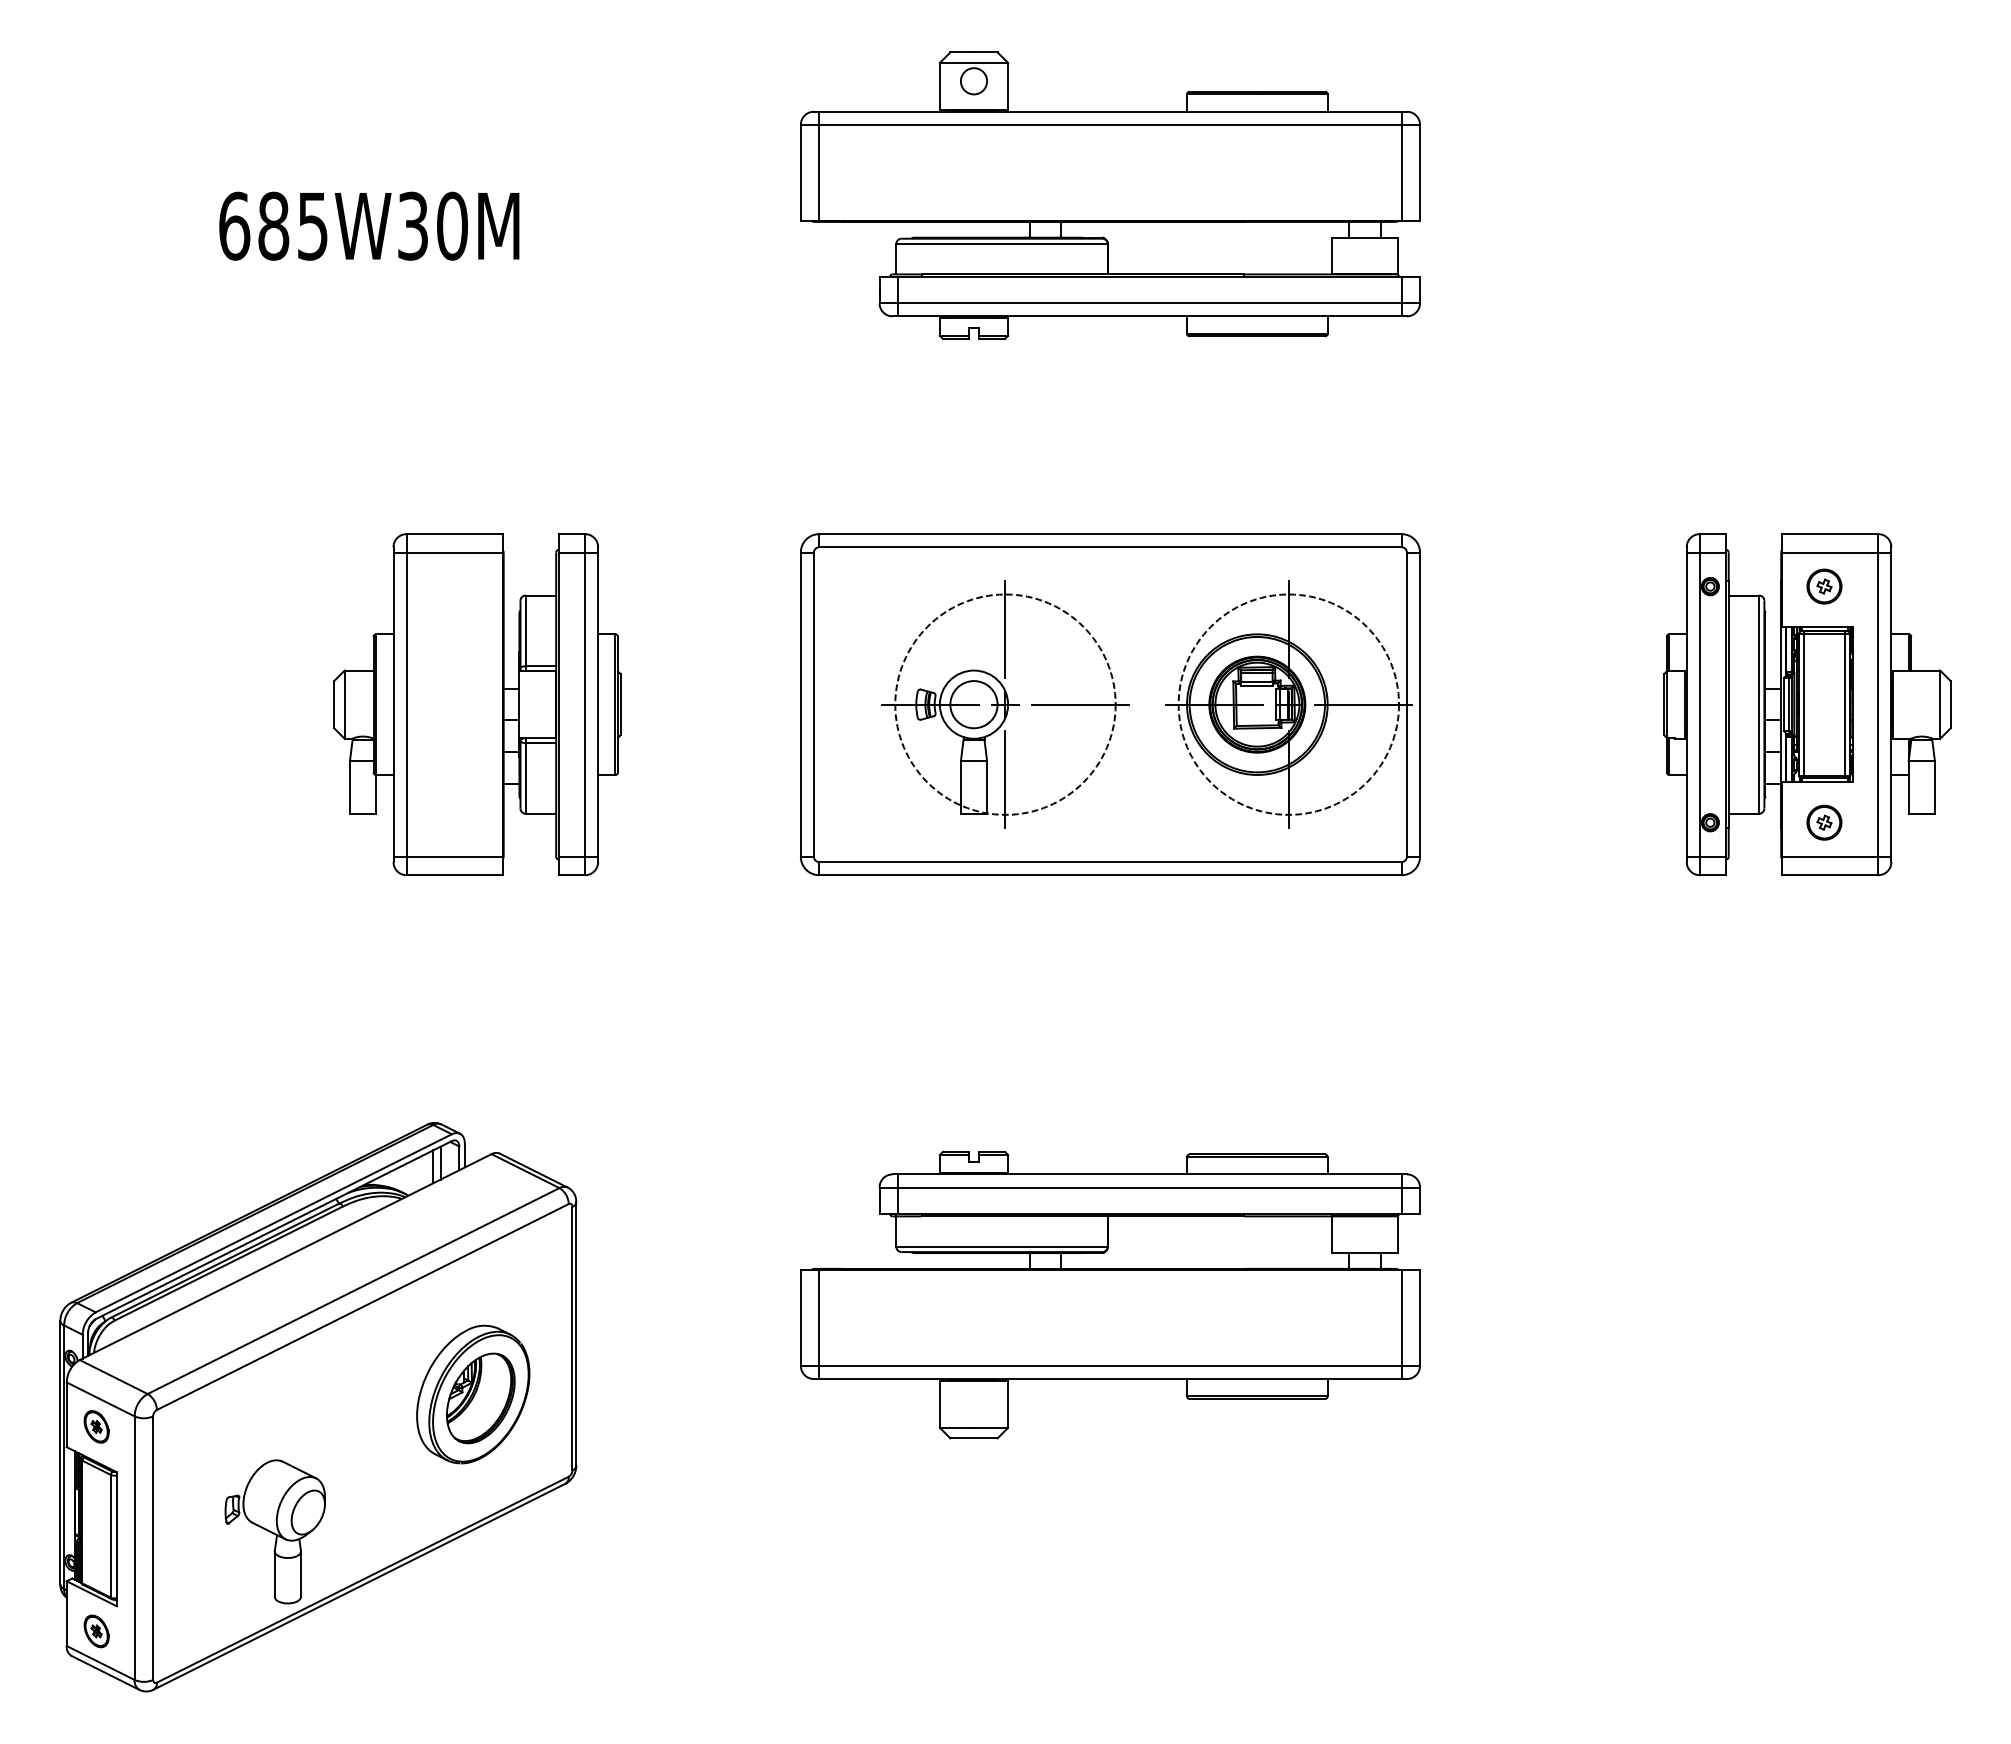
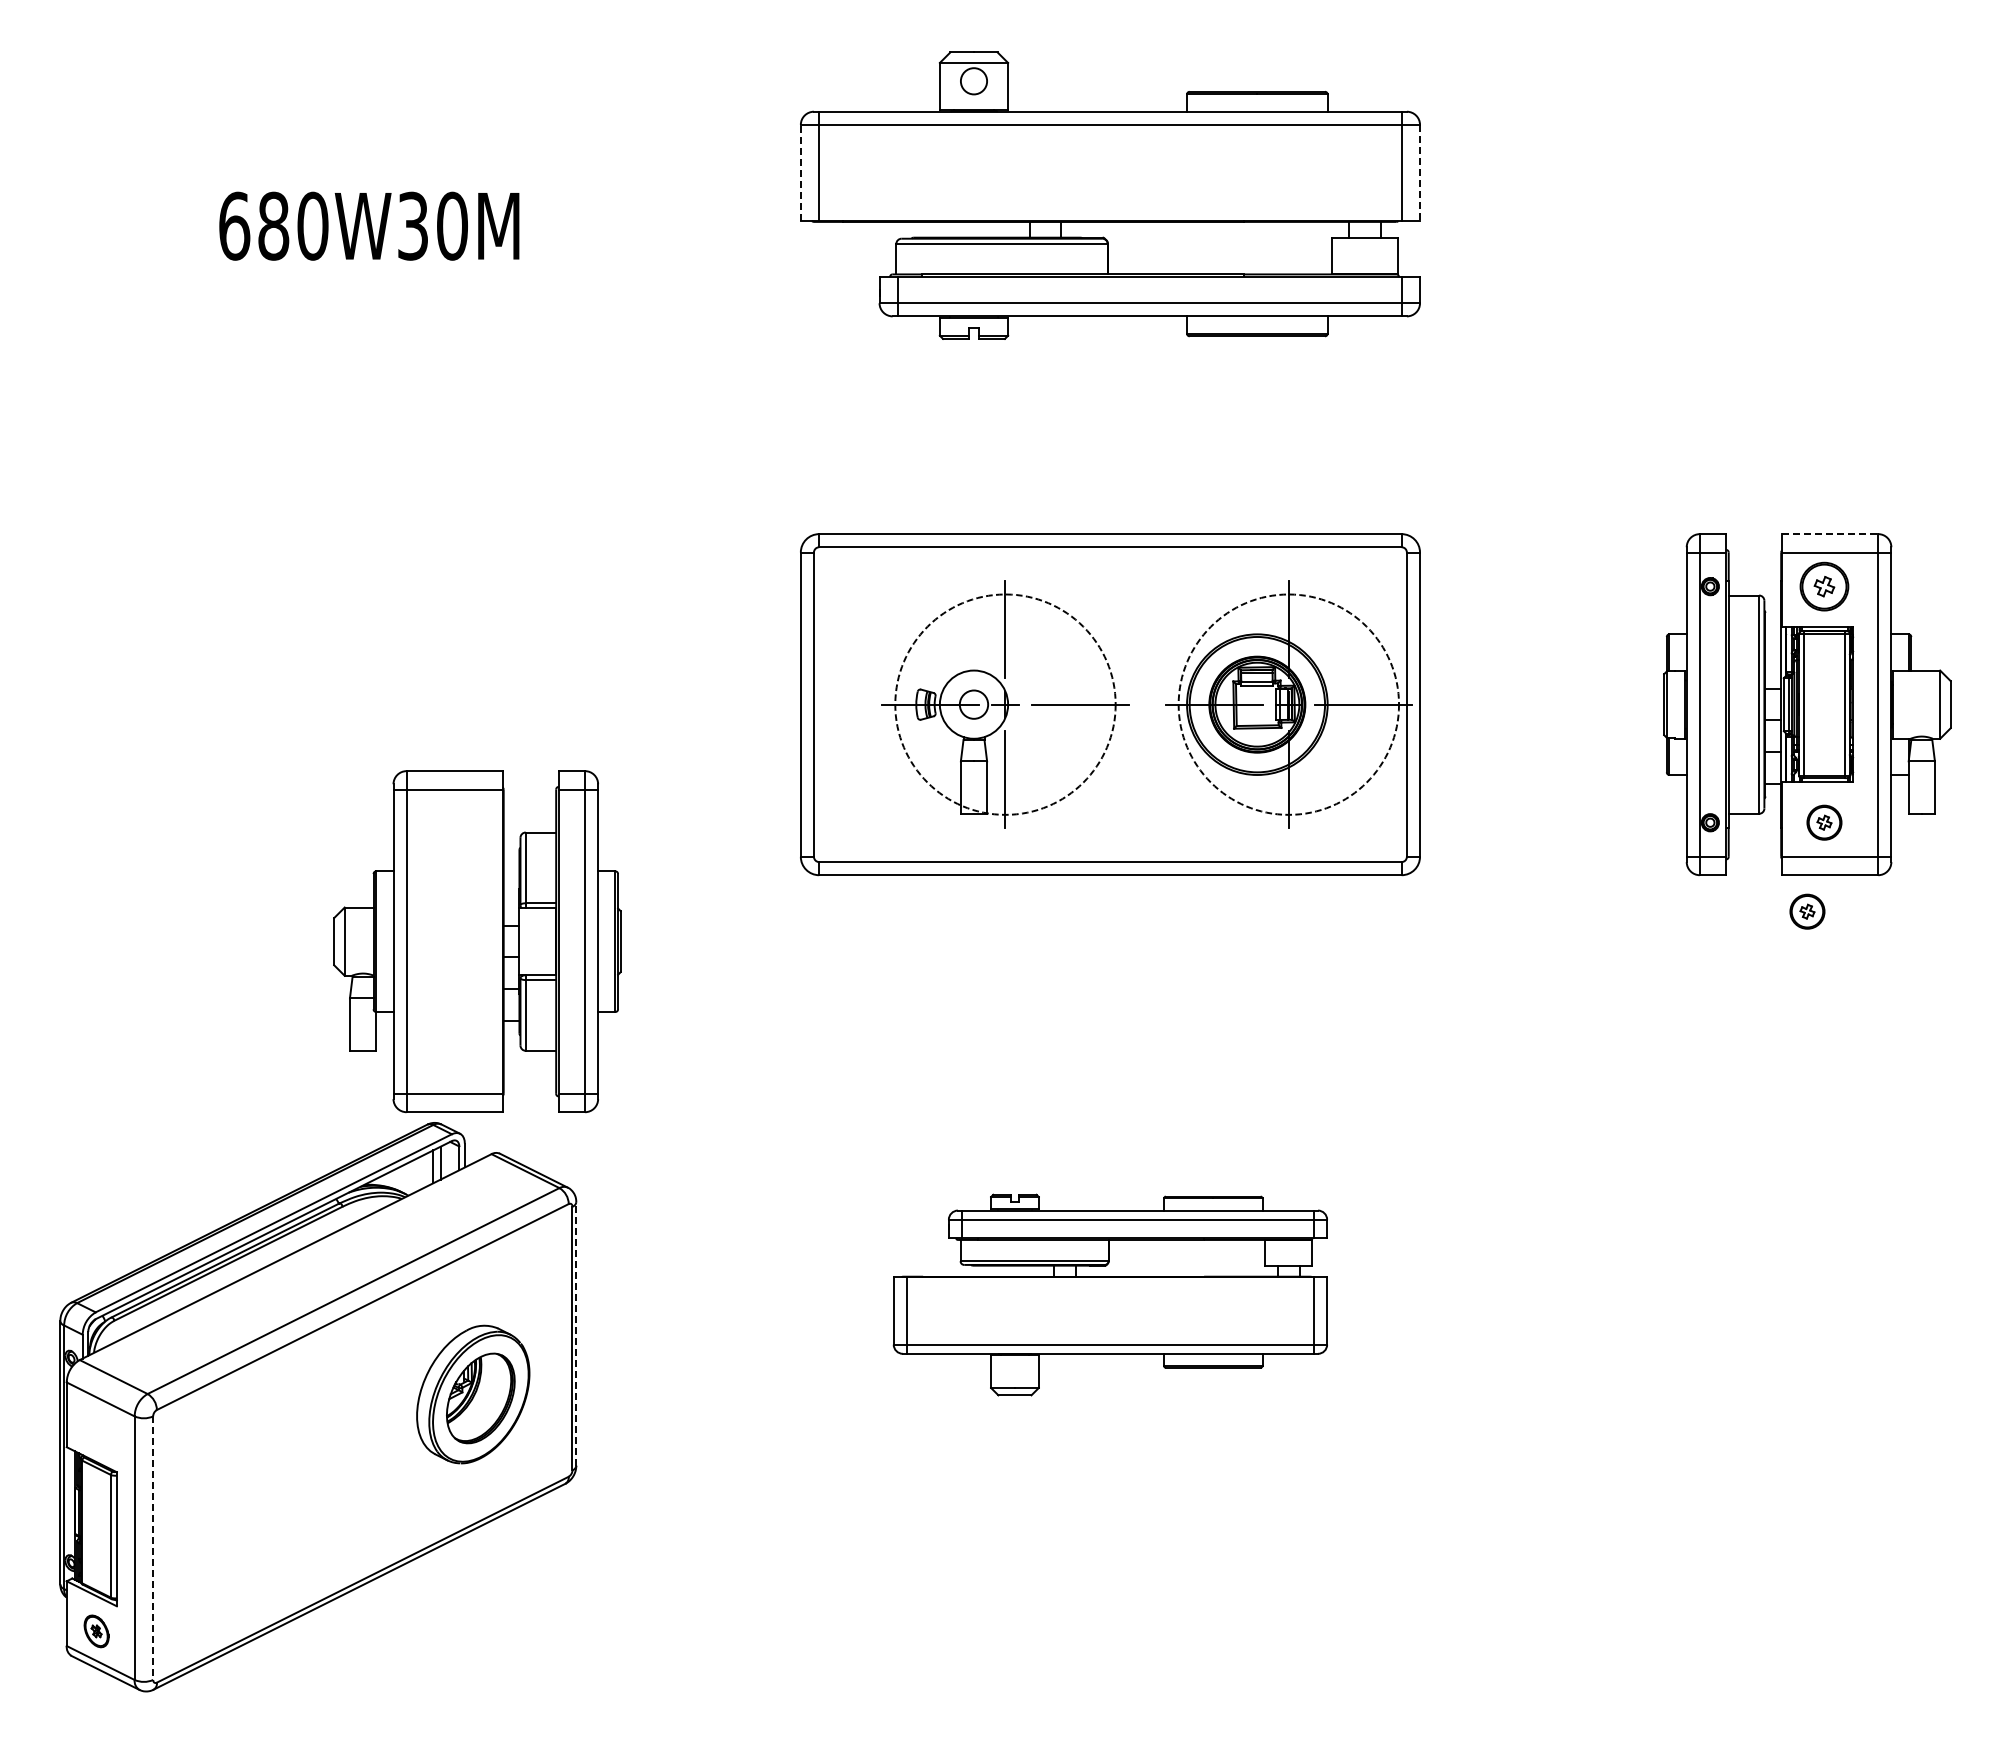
line at (800, 172): solid -> dashed
line at (1420, 173): solid -> dashed
text at (312, 225): 685W30M -> 680W30M
line at (1830, 534): solid -> dashed
part at (1824, 586) size: 37x37 px -> 51x51 px
part at (477, 704) position: (477, 704) -> (477, 941)
circle at (973, 704) diameter: 47 px -> 28 px
part at (1807, 911): none -> present
part at (1110, 1294) size: 621x290 px -> 436x204 px
line at (576, 1333): solid -> dashed
part at (96, 1426): present -> none
part at (274, 1531): present -> none
line at (153, 1548): solid -> dashed
